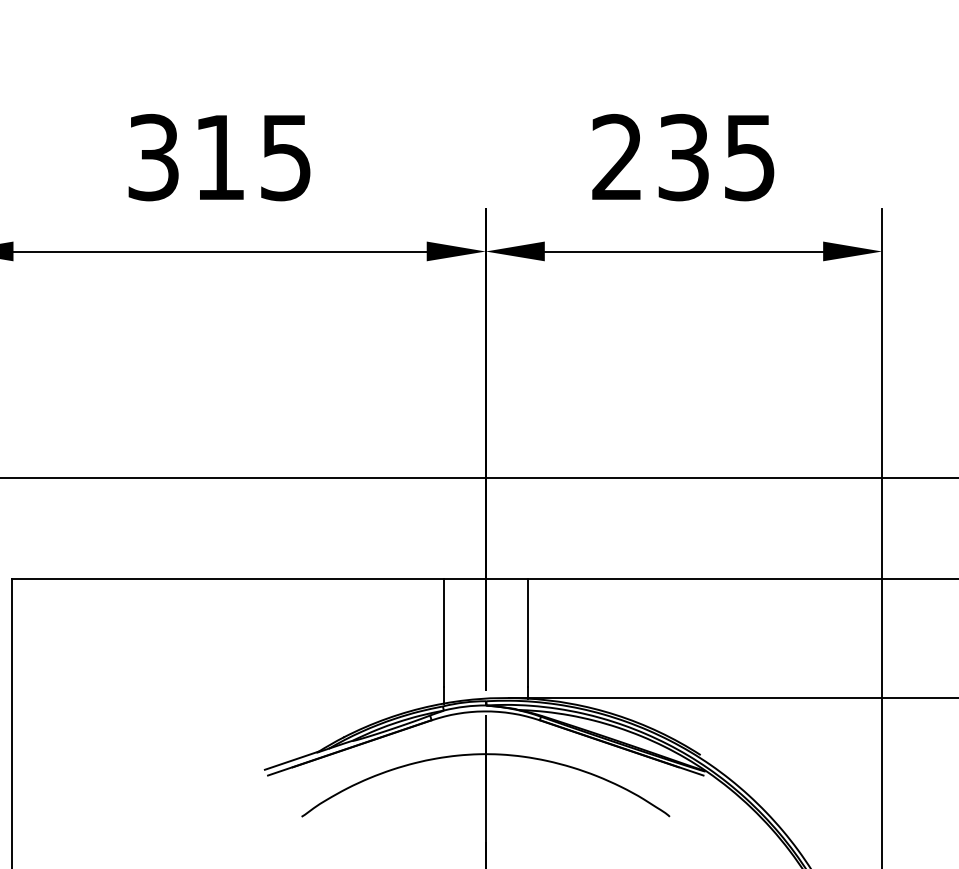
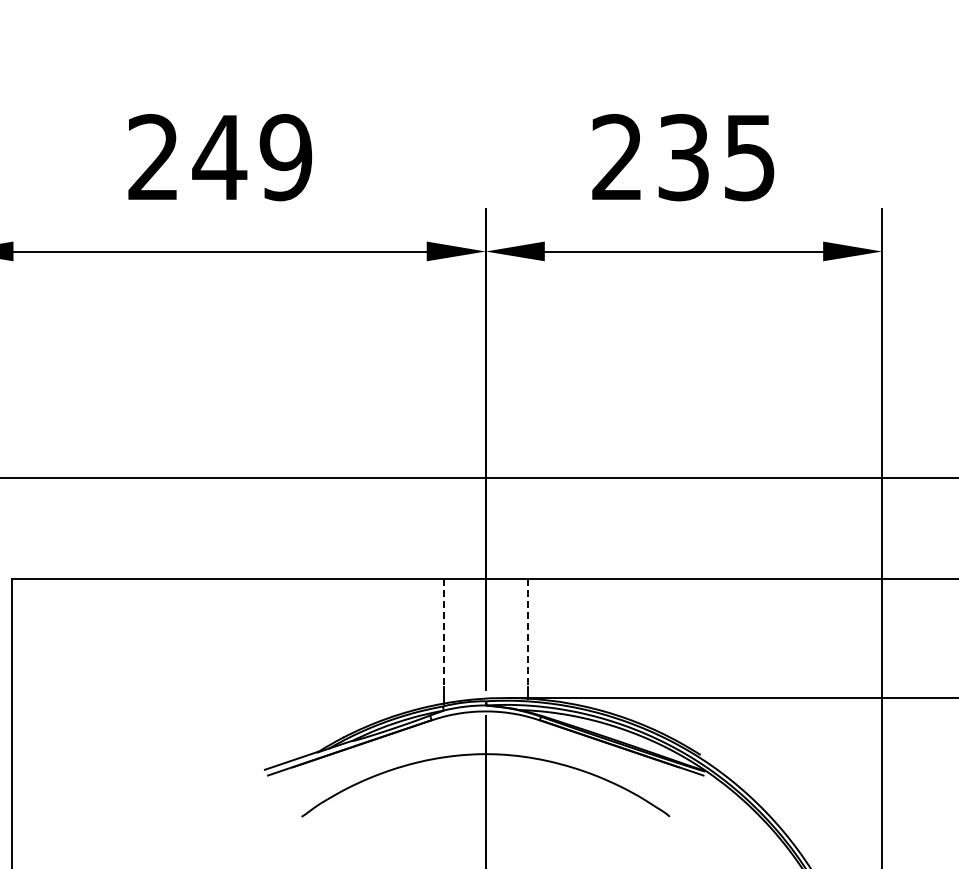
text at (220, 157): 315 -> 249
line at (443, 633): solid -> dashed
line at (527, 633): solid -> dashed
